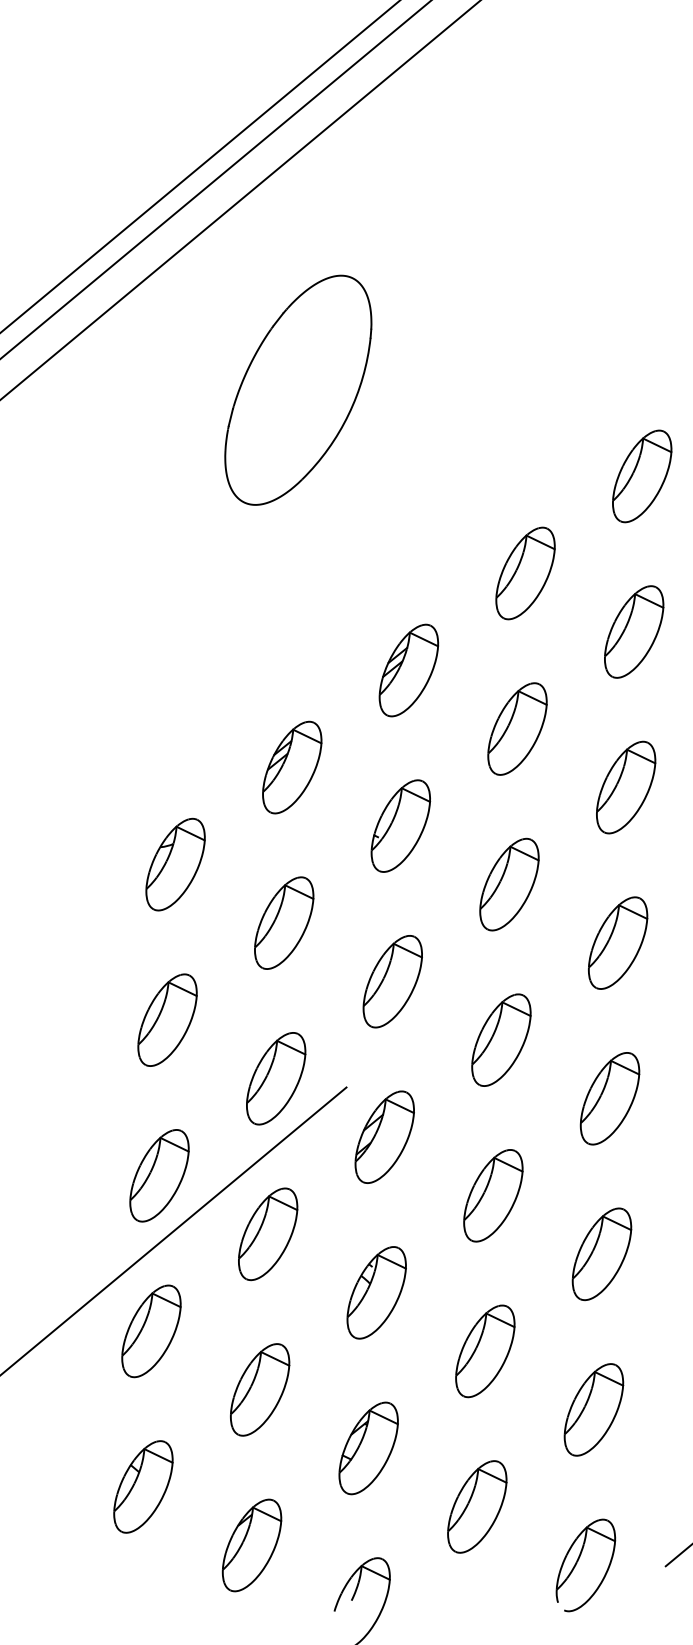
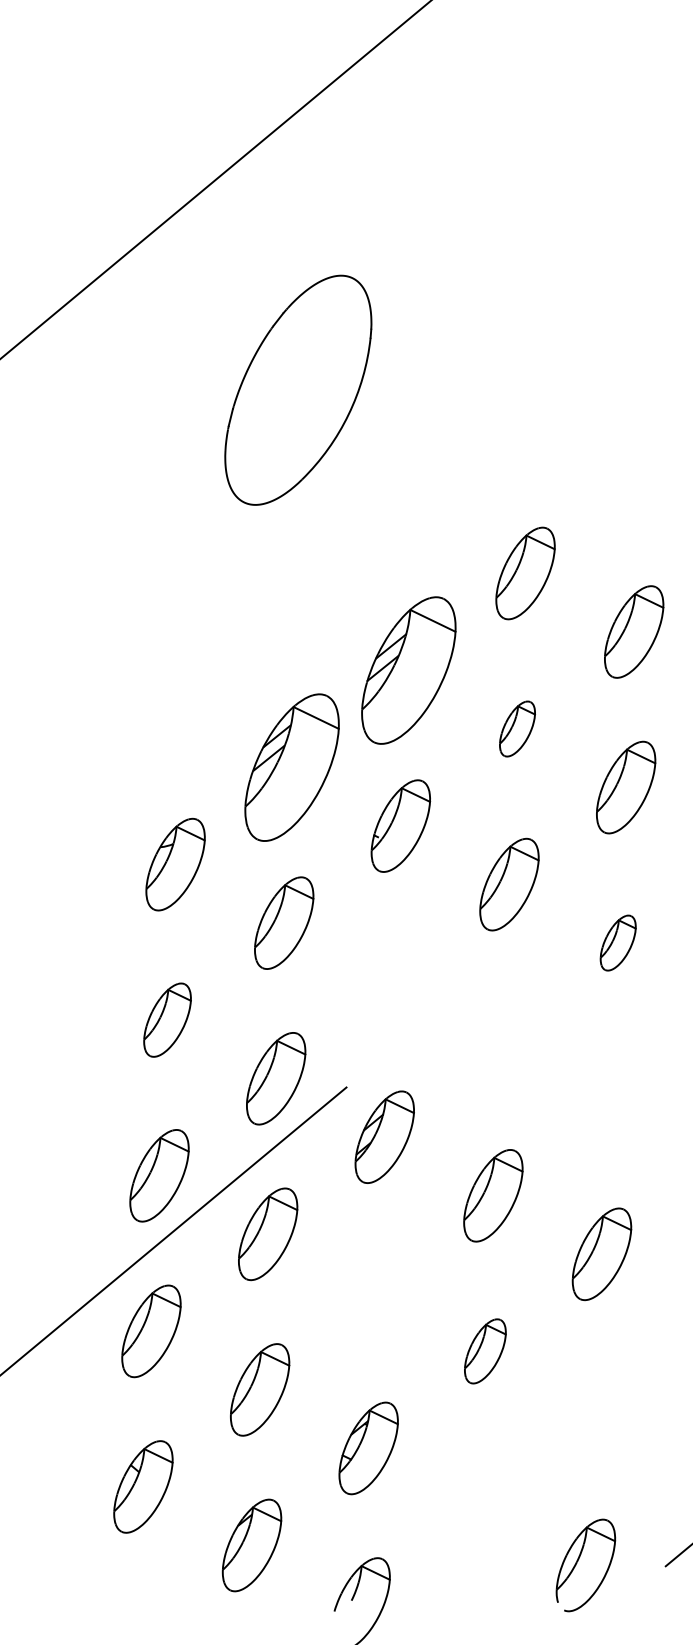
line at (199, 166): present -> none
line at (240, 200): present -> none
part at (642, 476): present -> none
part at (408, 670) size: 62x95 px -> 96x149 px
part at (517, 728) size: 61x94 px -> 37x58 px
part at (292, 767) size: 61x95 px -> 96x149 px
part at (618, 942) size: 61x94 px -> 38x58 px
part at (392, 981): present -> none
part at (167, 1019) size: 61x94 px -> 49x76 px
part at (501, 1039): present -> none
part at (609, 1098): present -> none
part at (376, 1292): present -> none
part at (485, 1351) size: 61x95 px -> 43x67 px
part at (593, 1409): present -> none
part at (477, 1506): present -> none
